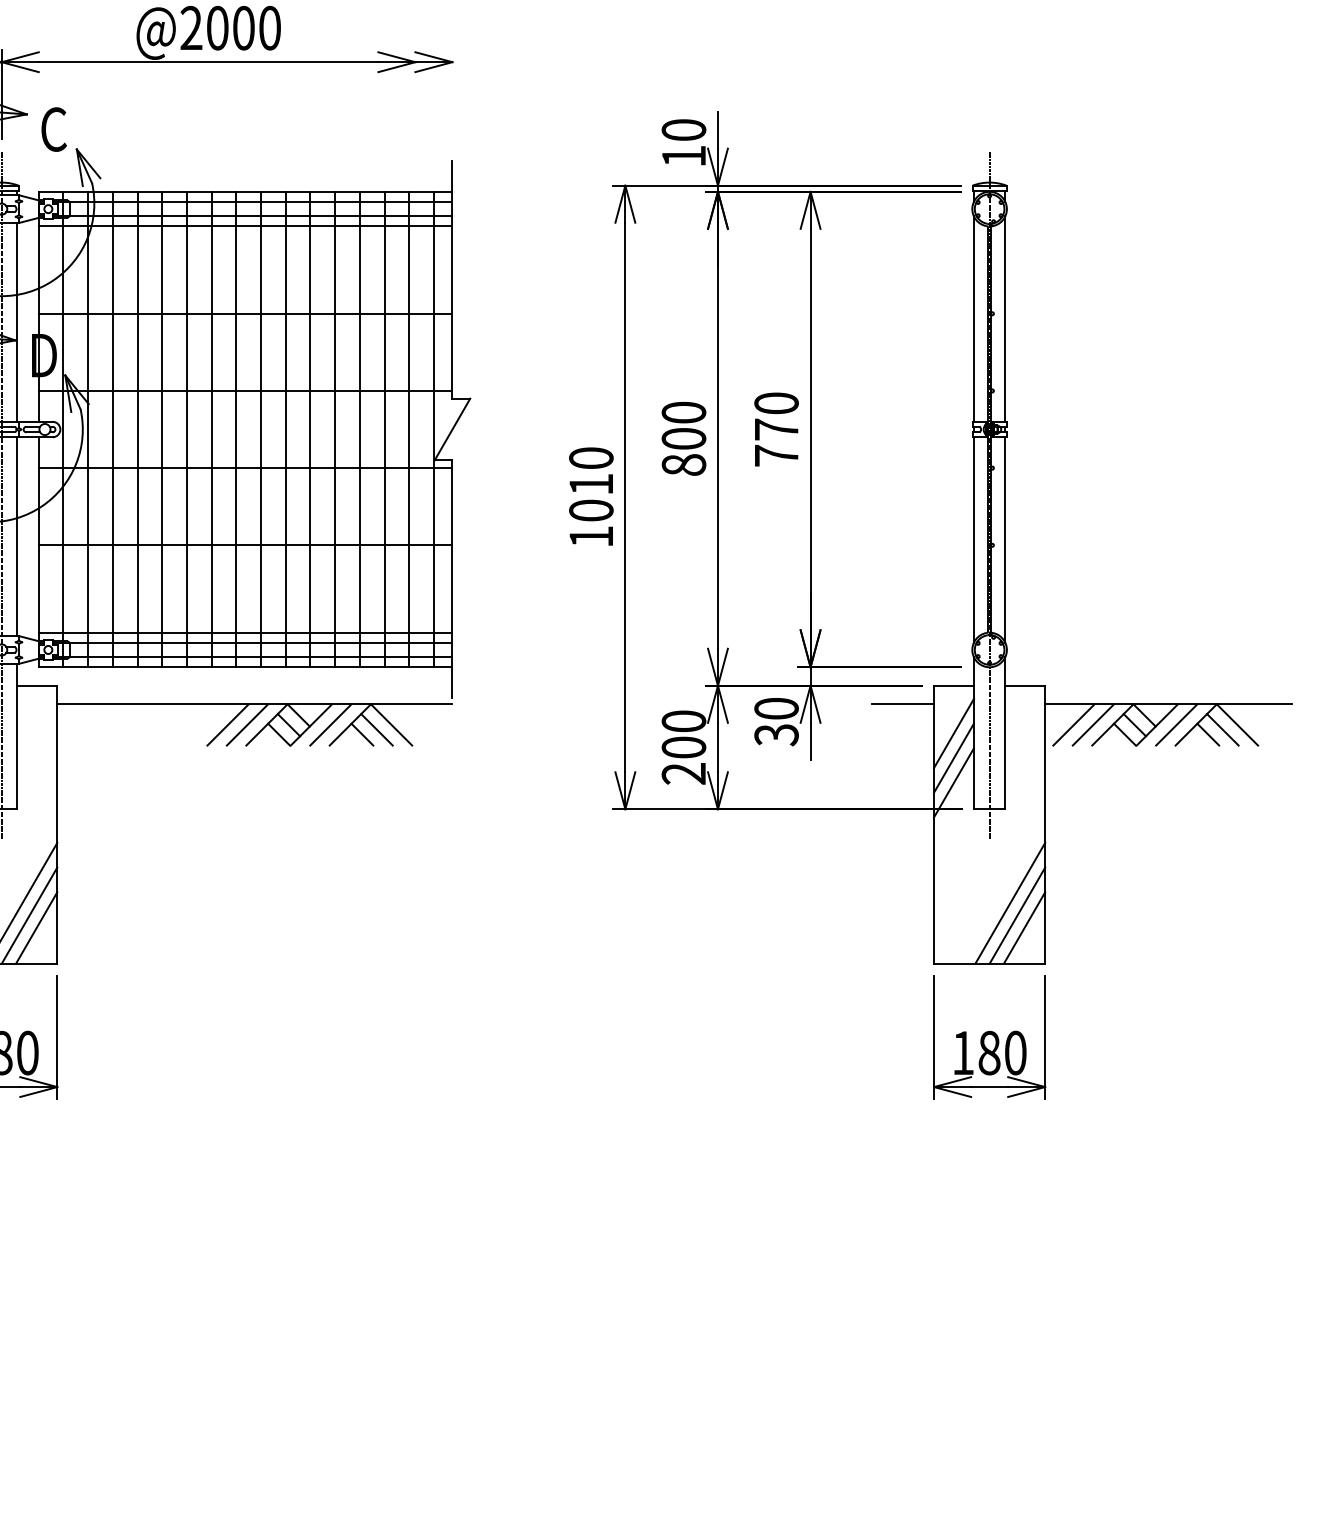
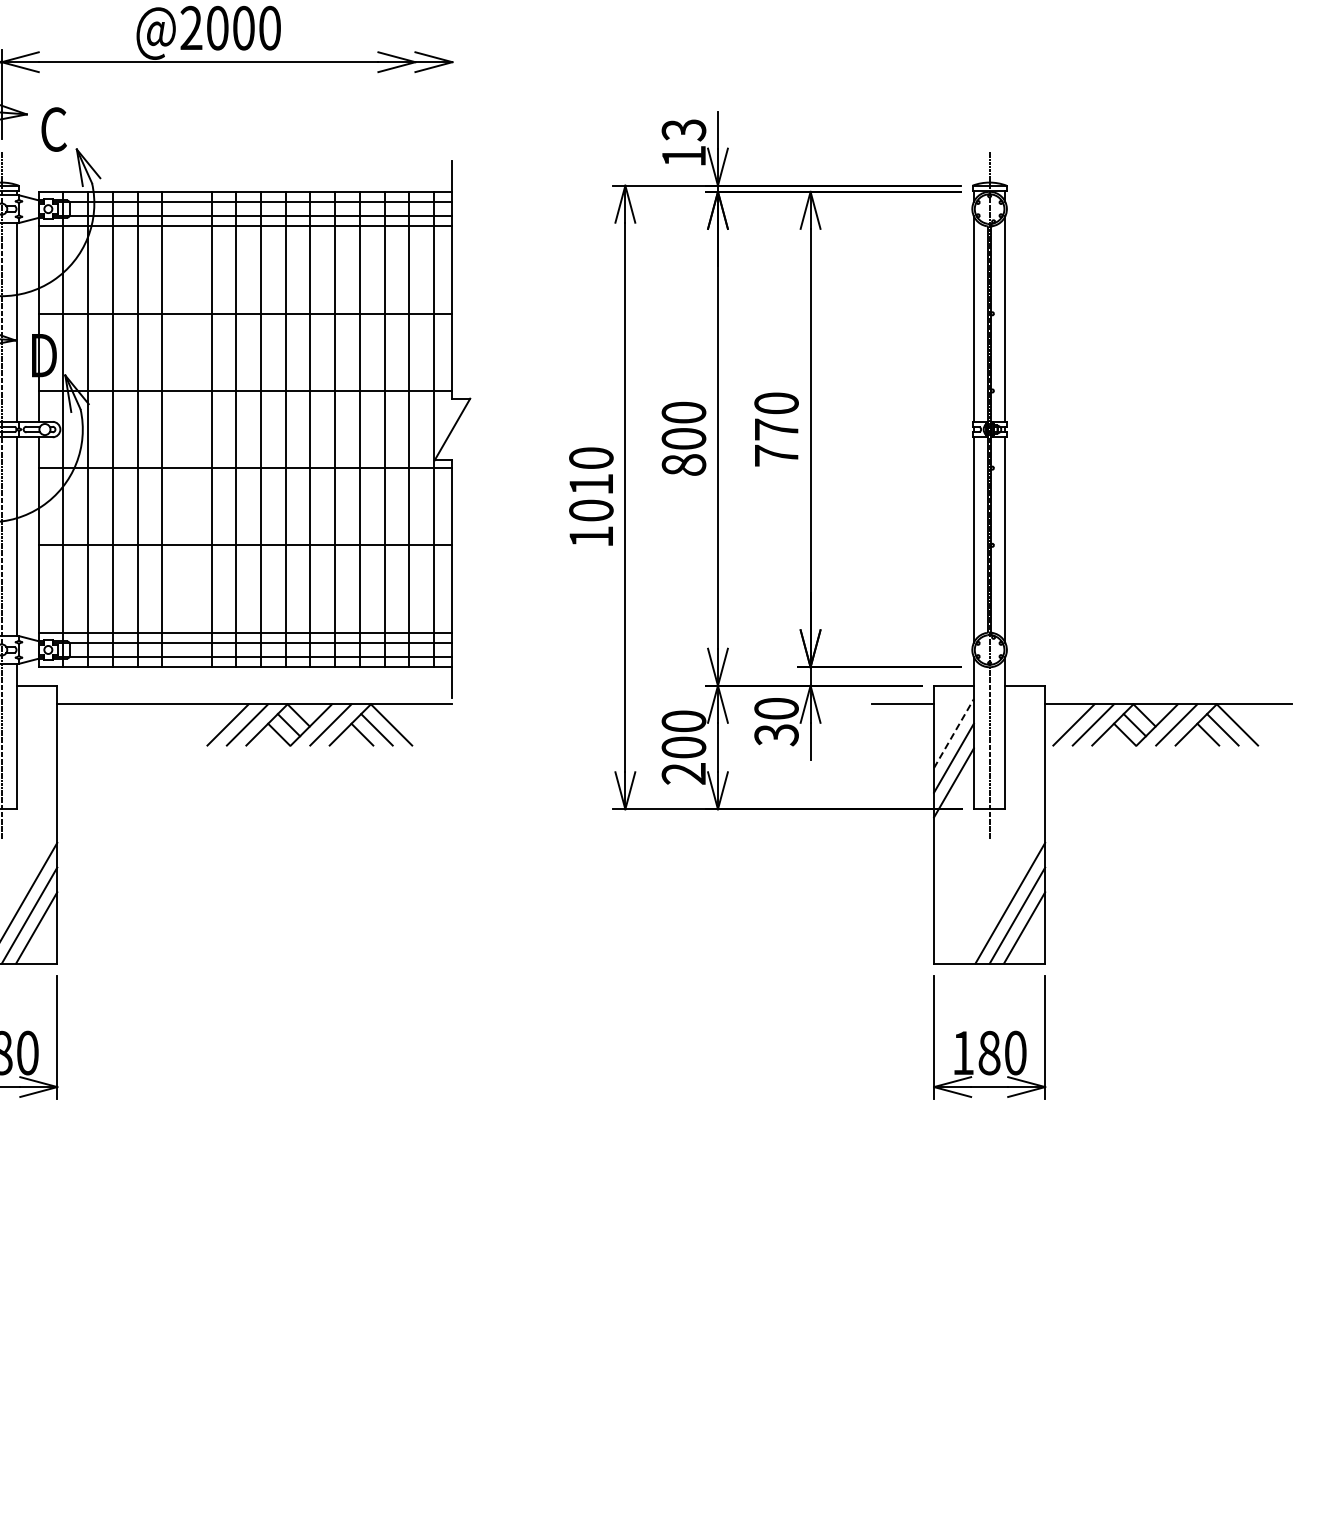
text at (683, 130): 10 -> 13
line at (186, 429): present -> none
line at (954, 733): solid -> dashed
